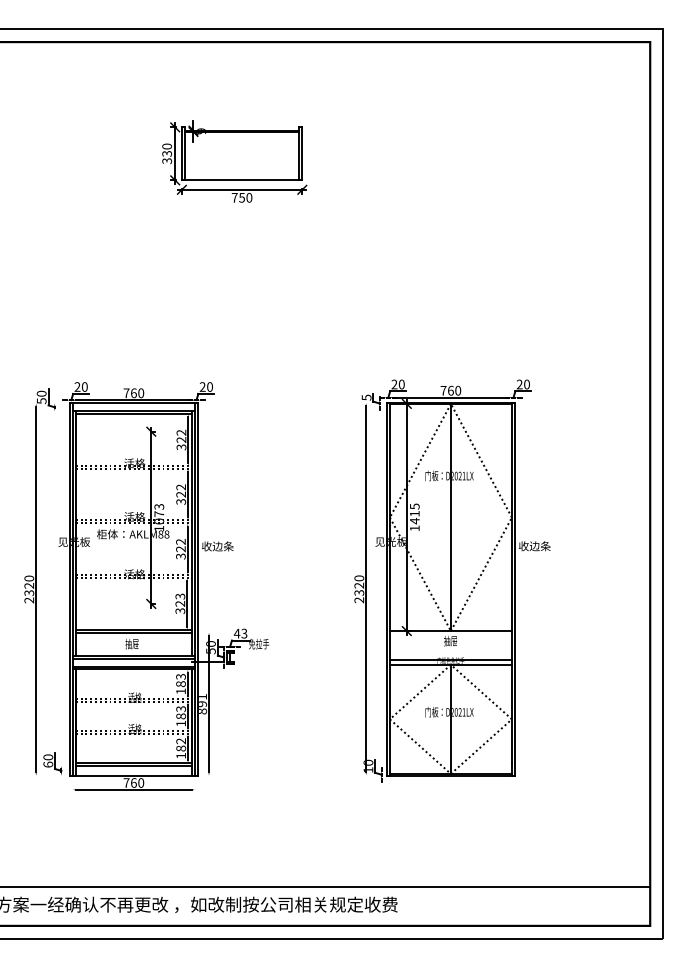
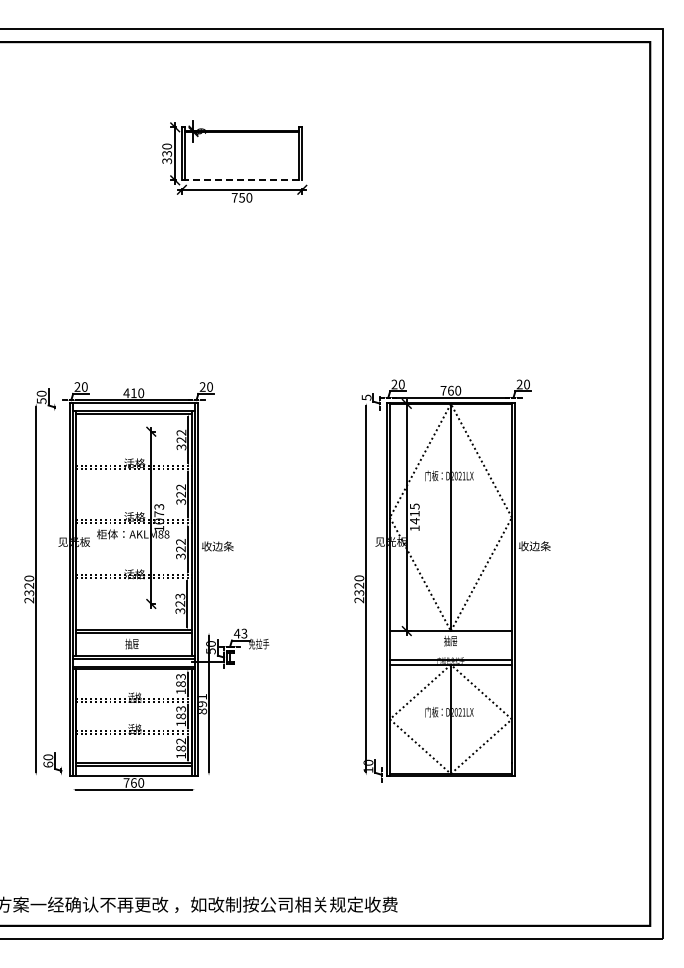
line at (242, 180): solid -> dashed
text at (129, 393): 760 -> 410
line at (326, 887): present -> none
